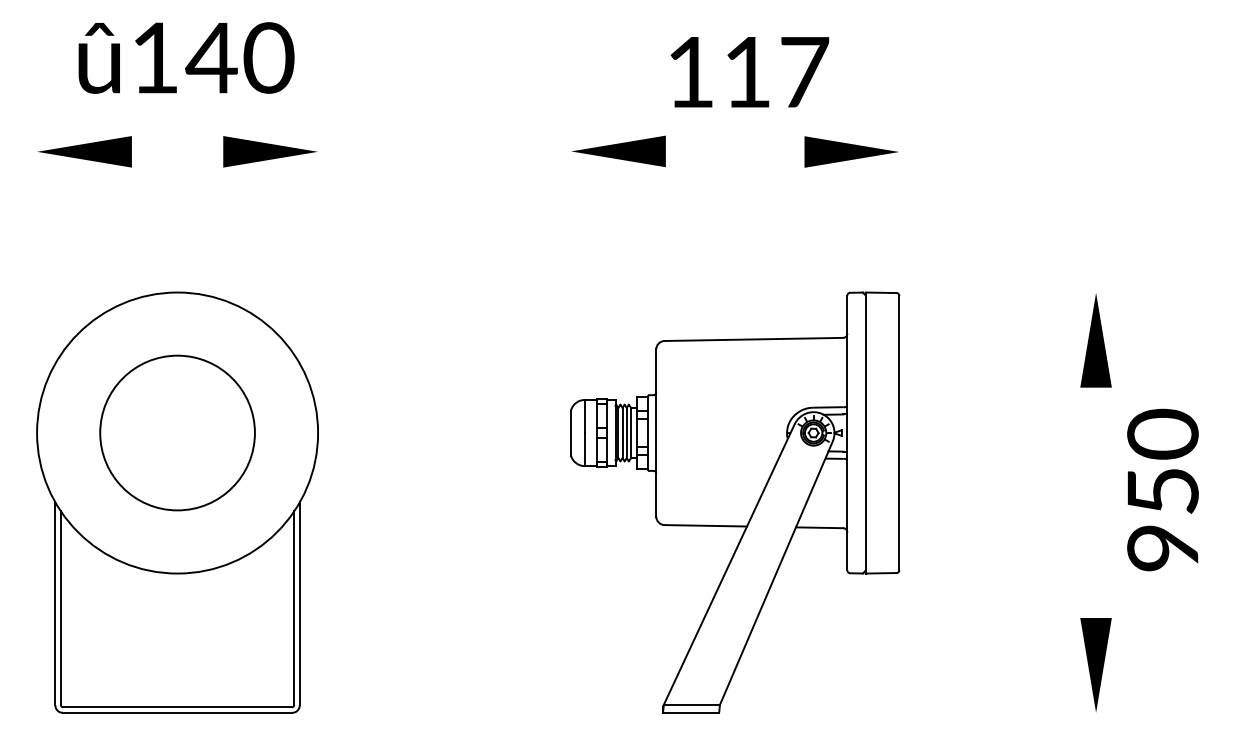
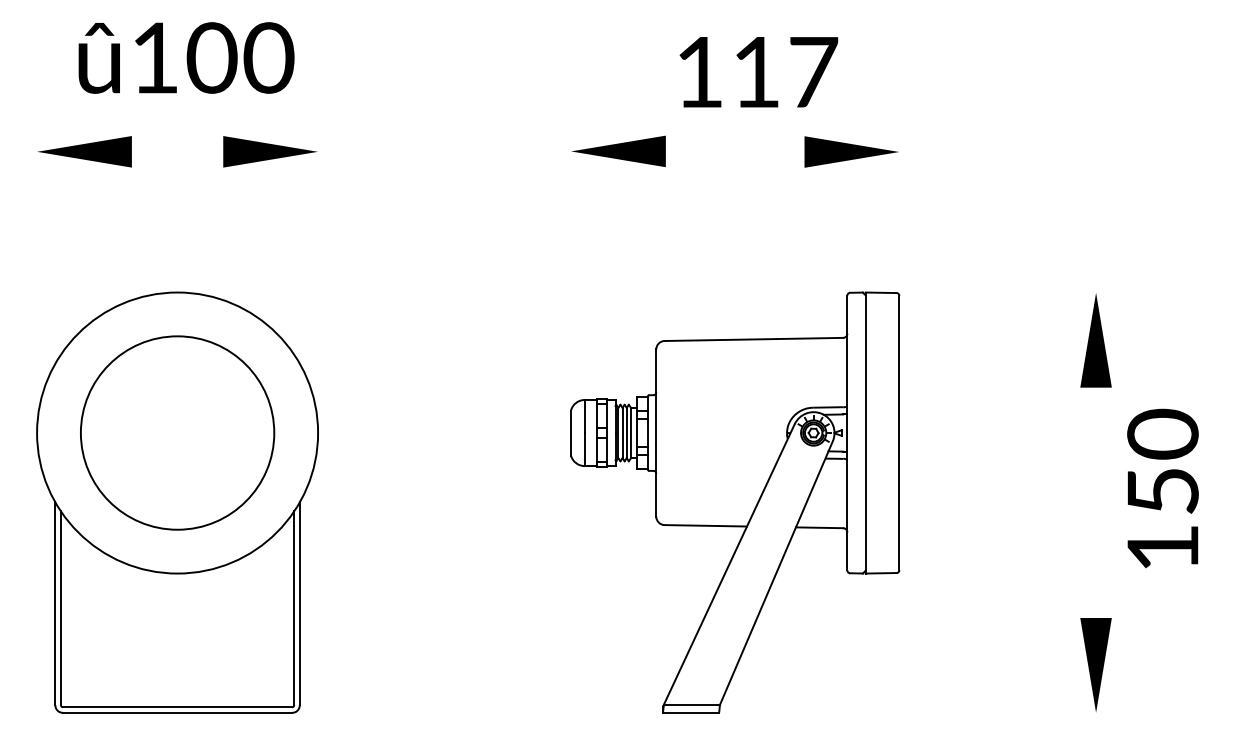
text at (211, 57): û140 -> û100
text at (749, 72) position: (749, 72) -> (758, 72)
circle at (177, 432) diameter: 155 px -> 193 px
text at (1162, 548): 950 -> 150
